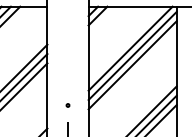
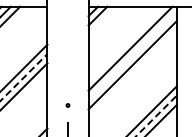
line at (132, 55): present -> none
line at (24, 77): solid -> dashed
line at (156, 116): solid -> dashed
